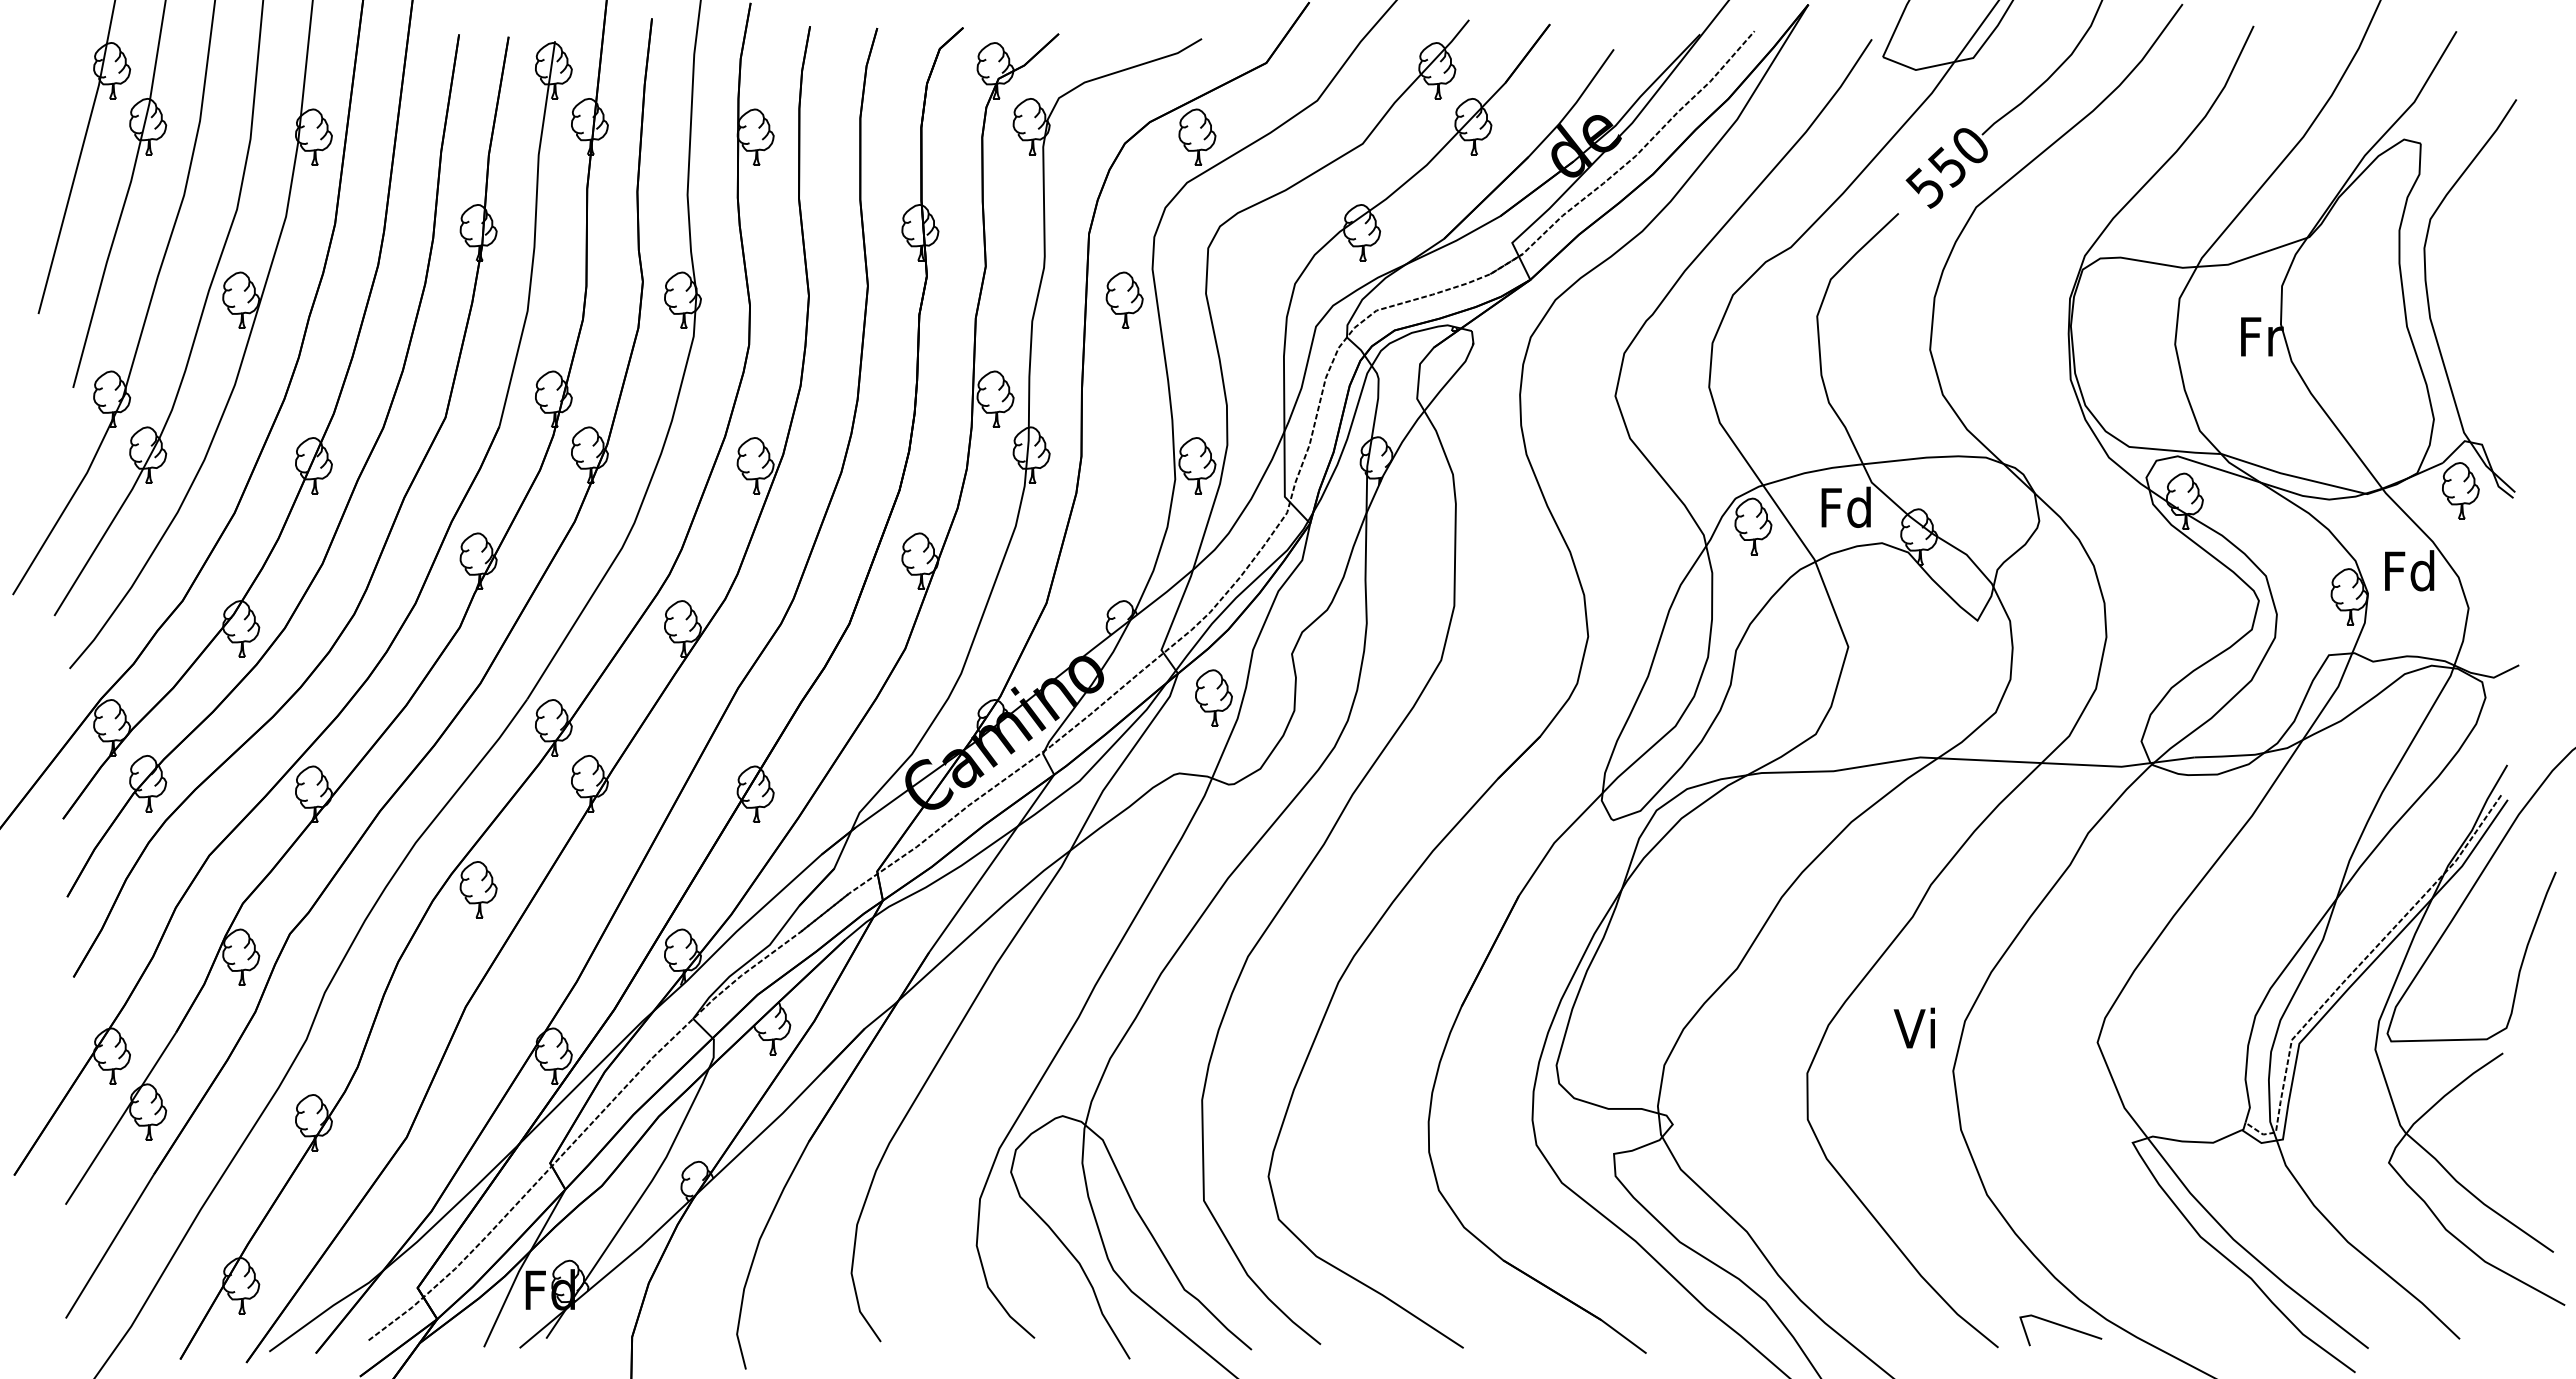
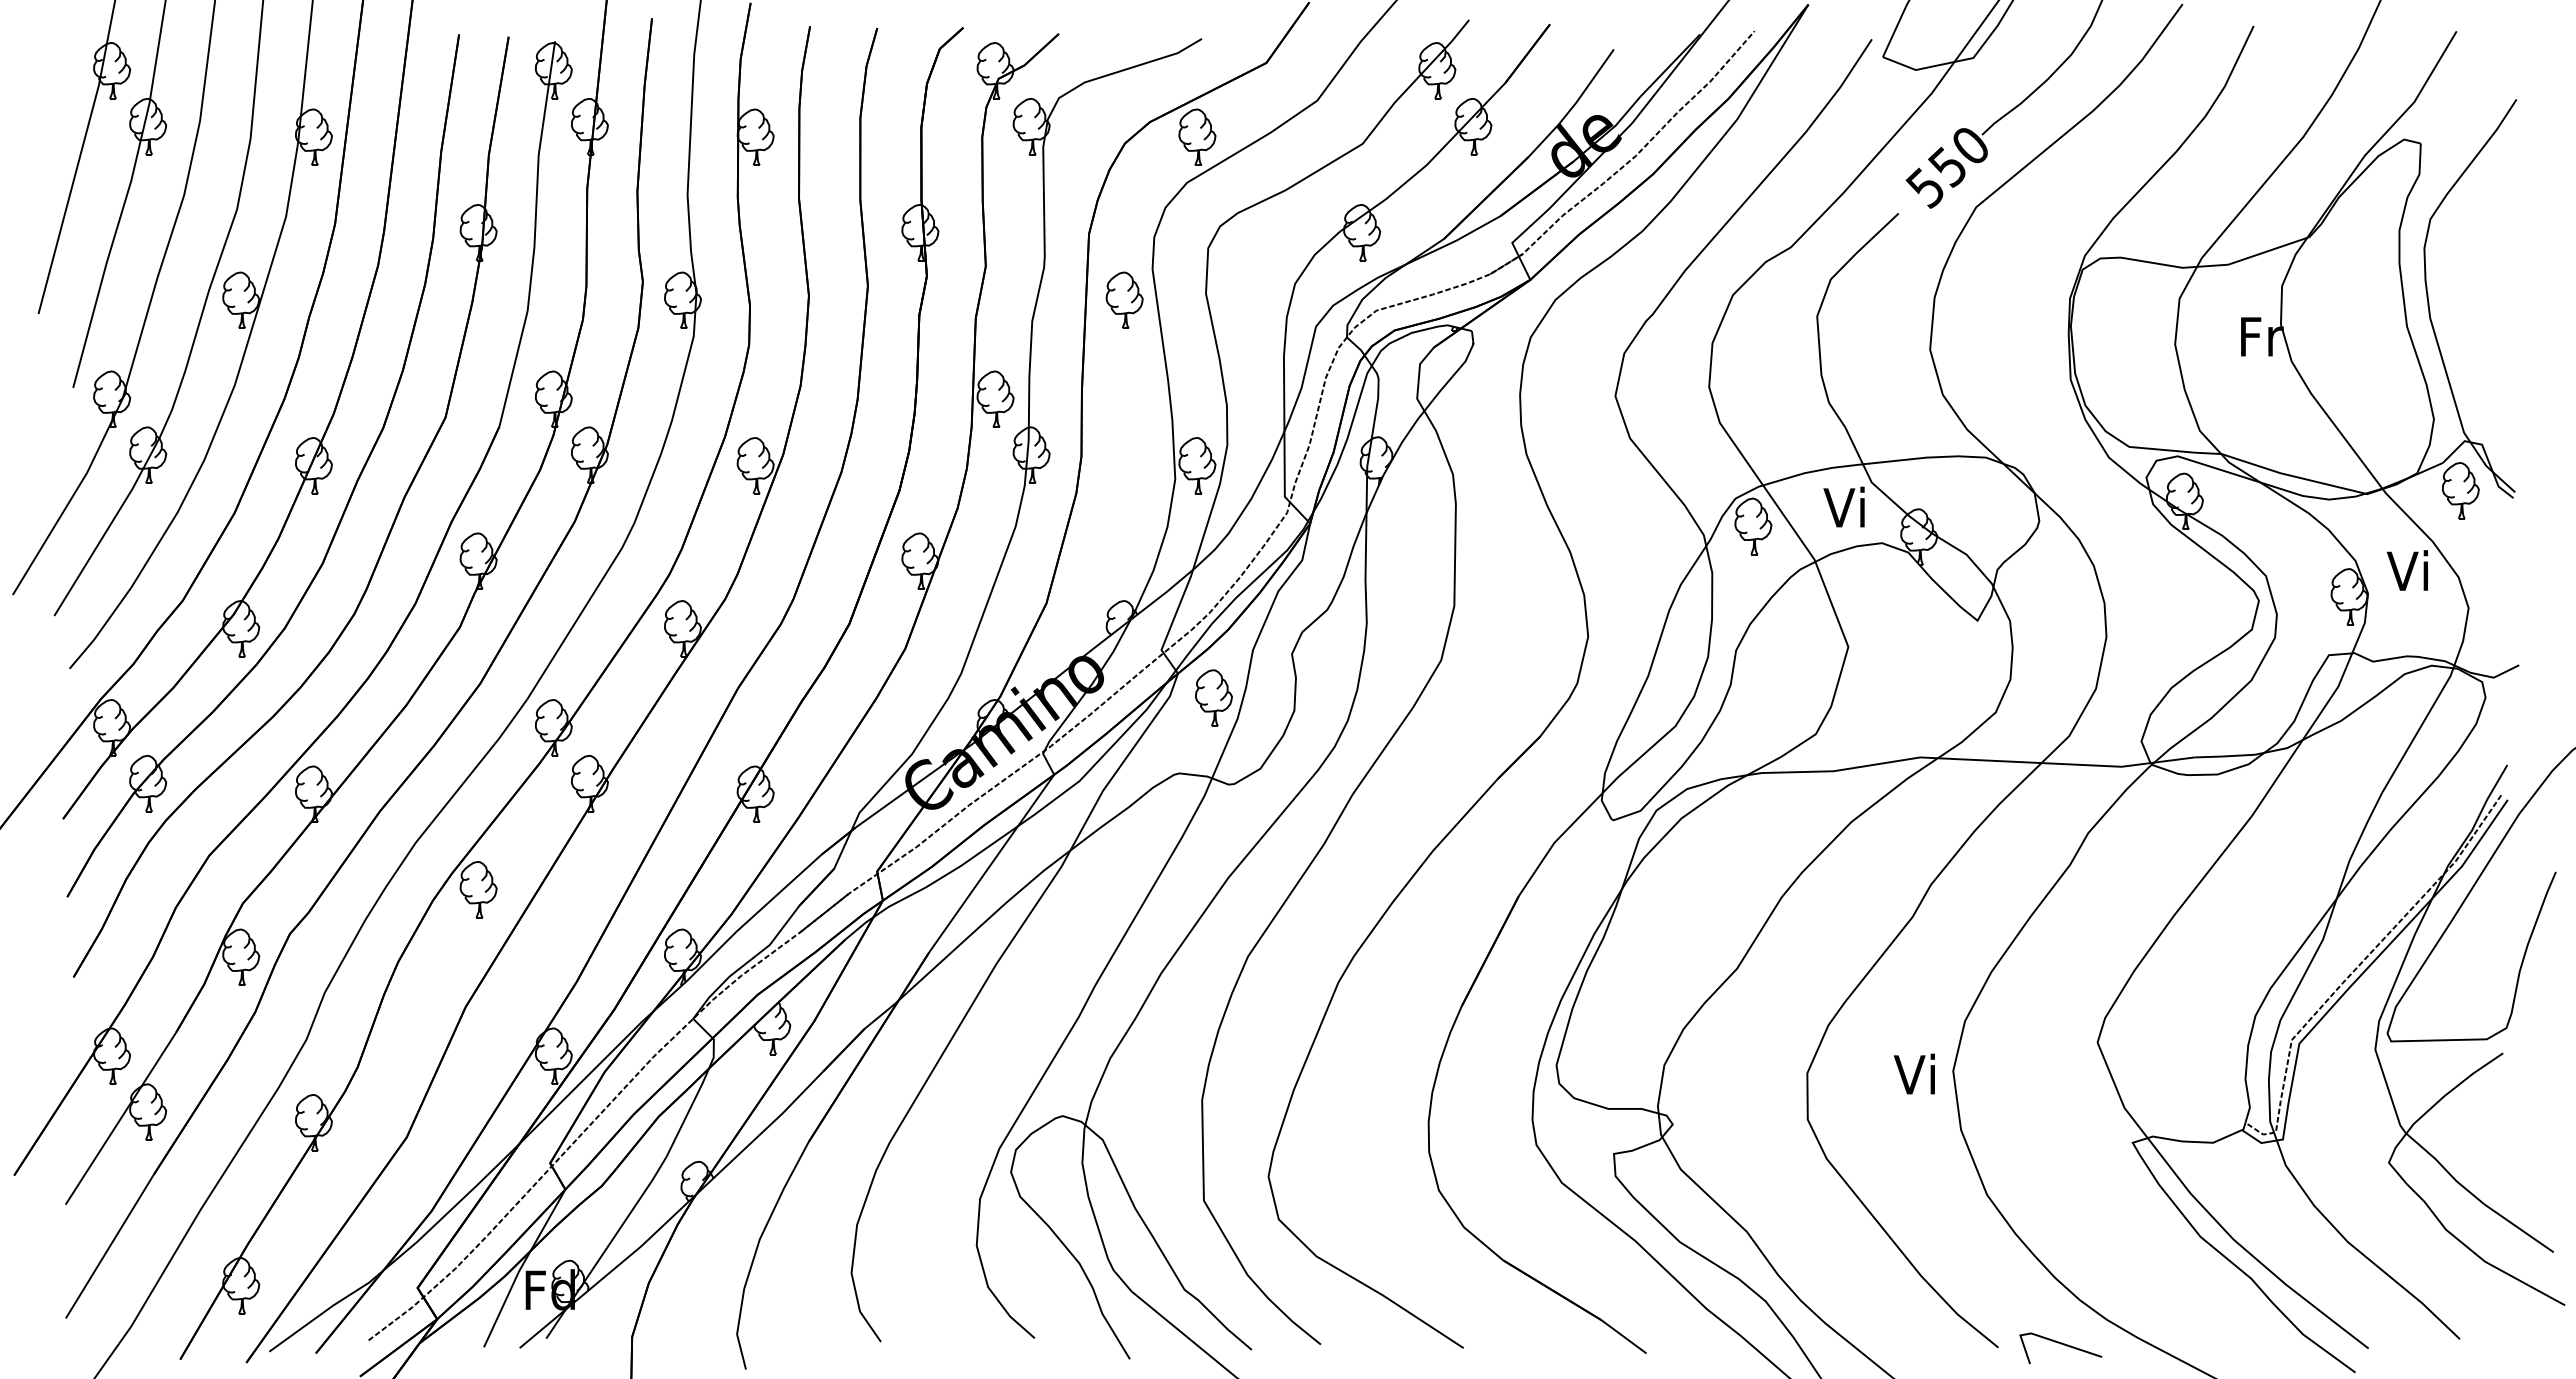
text at (1845, 506): Fd -> Vi
text at (2409, 570): Fd -> Vi
text at (1913, 1027) position: (1913, 1027) -> (1913, 1073)
line at (2060, 1326) position: (2060, 1326) -> (2060, 1344)
